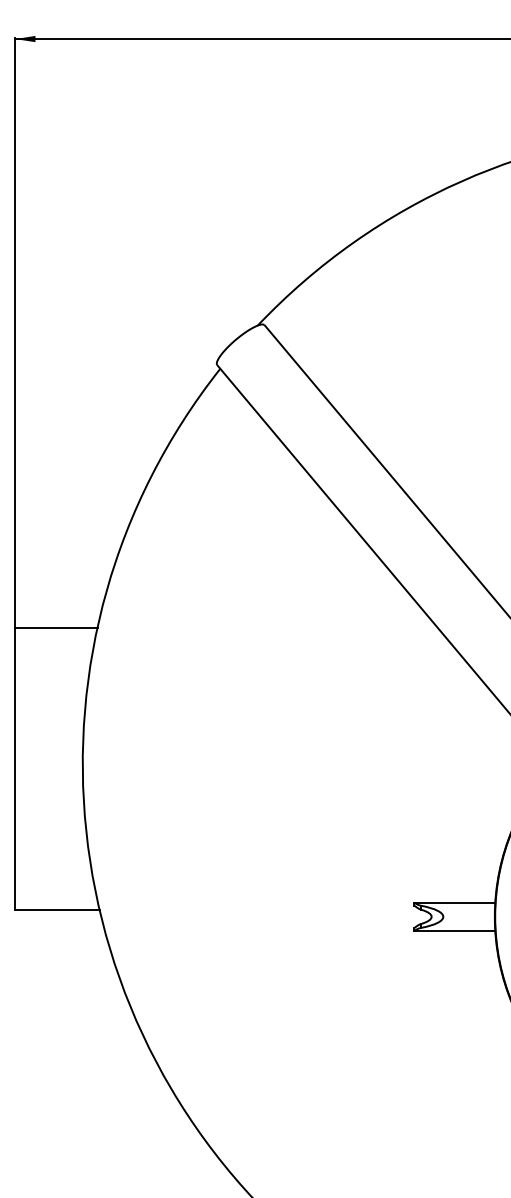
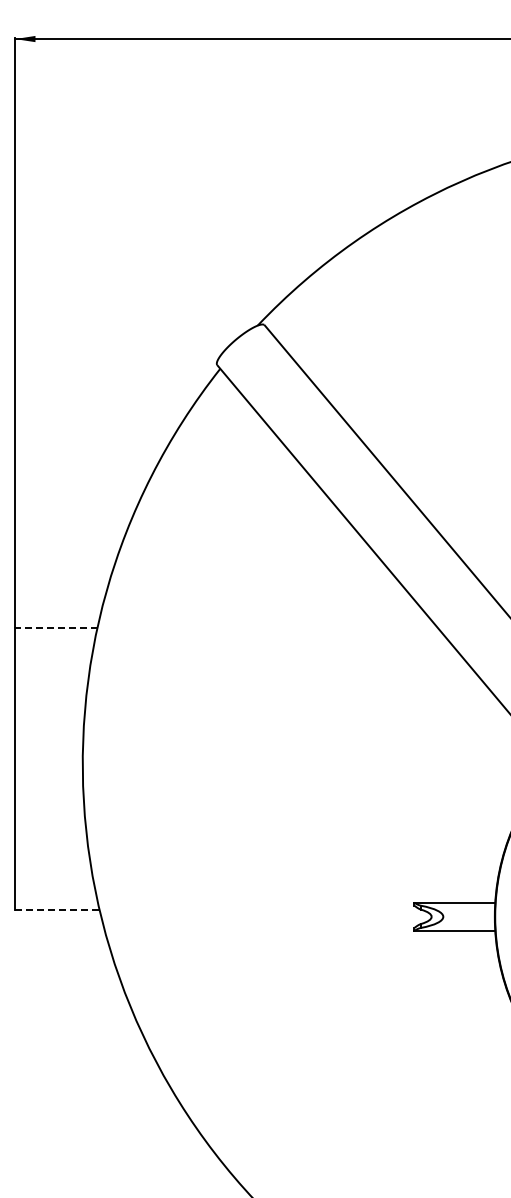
line at (55, 627): solid -> dashed
line at (57, 910): solid -> dashed
